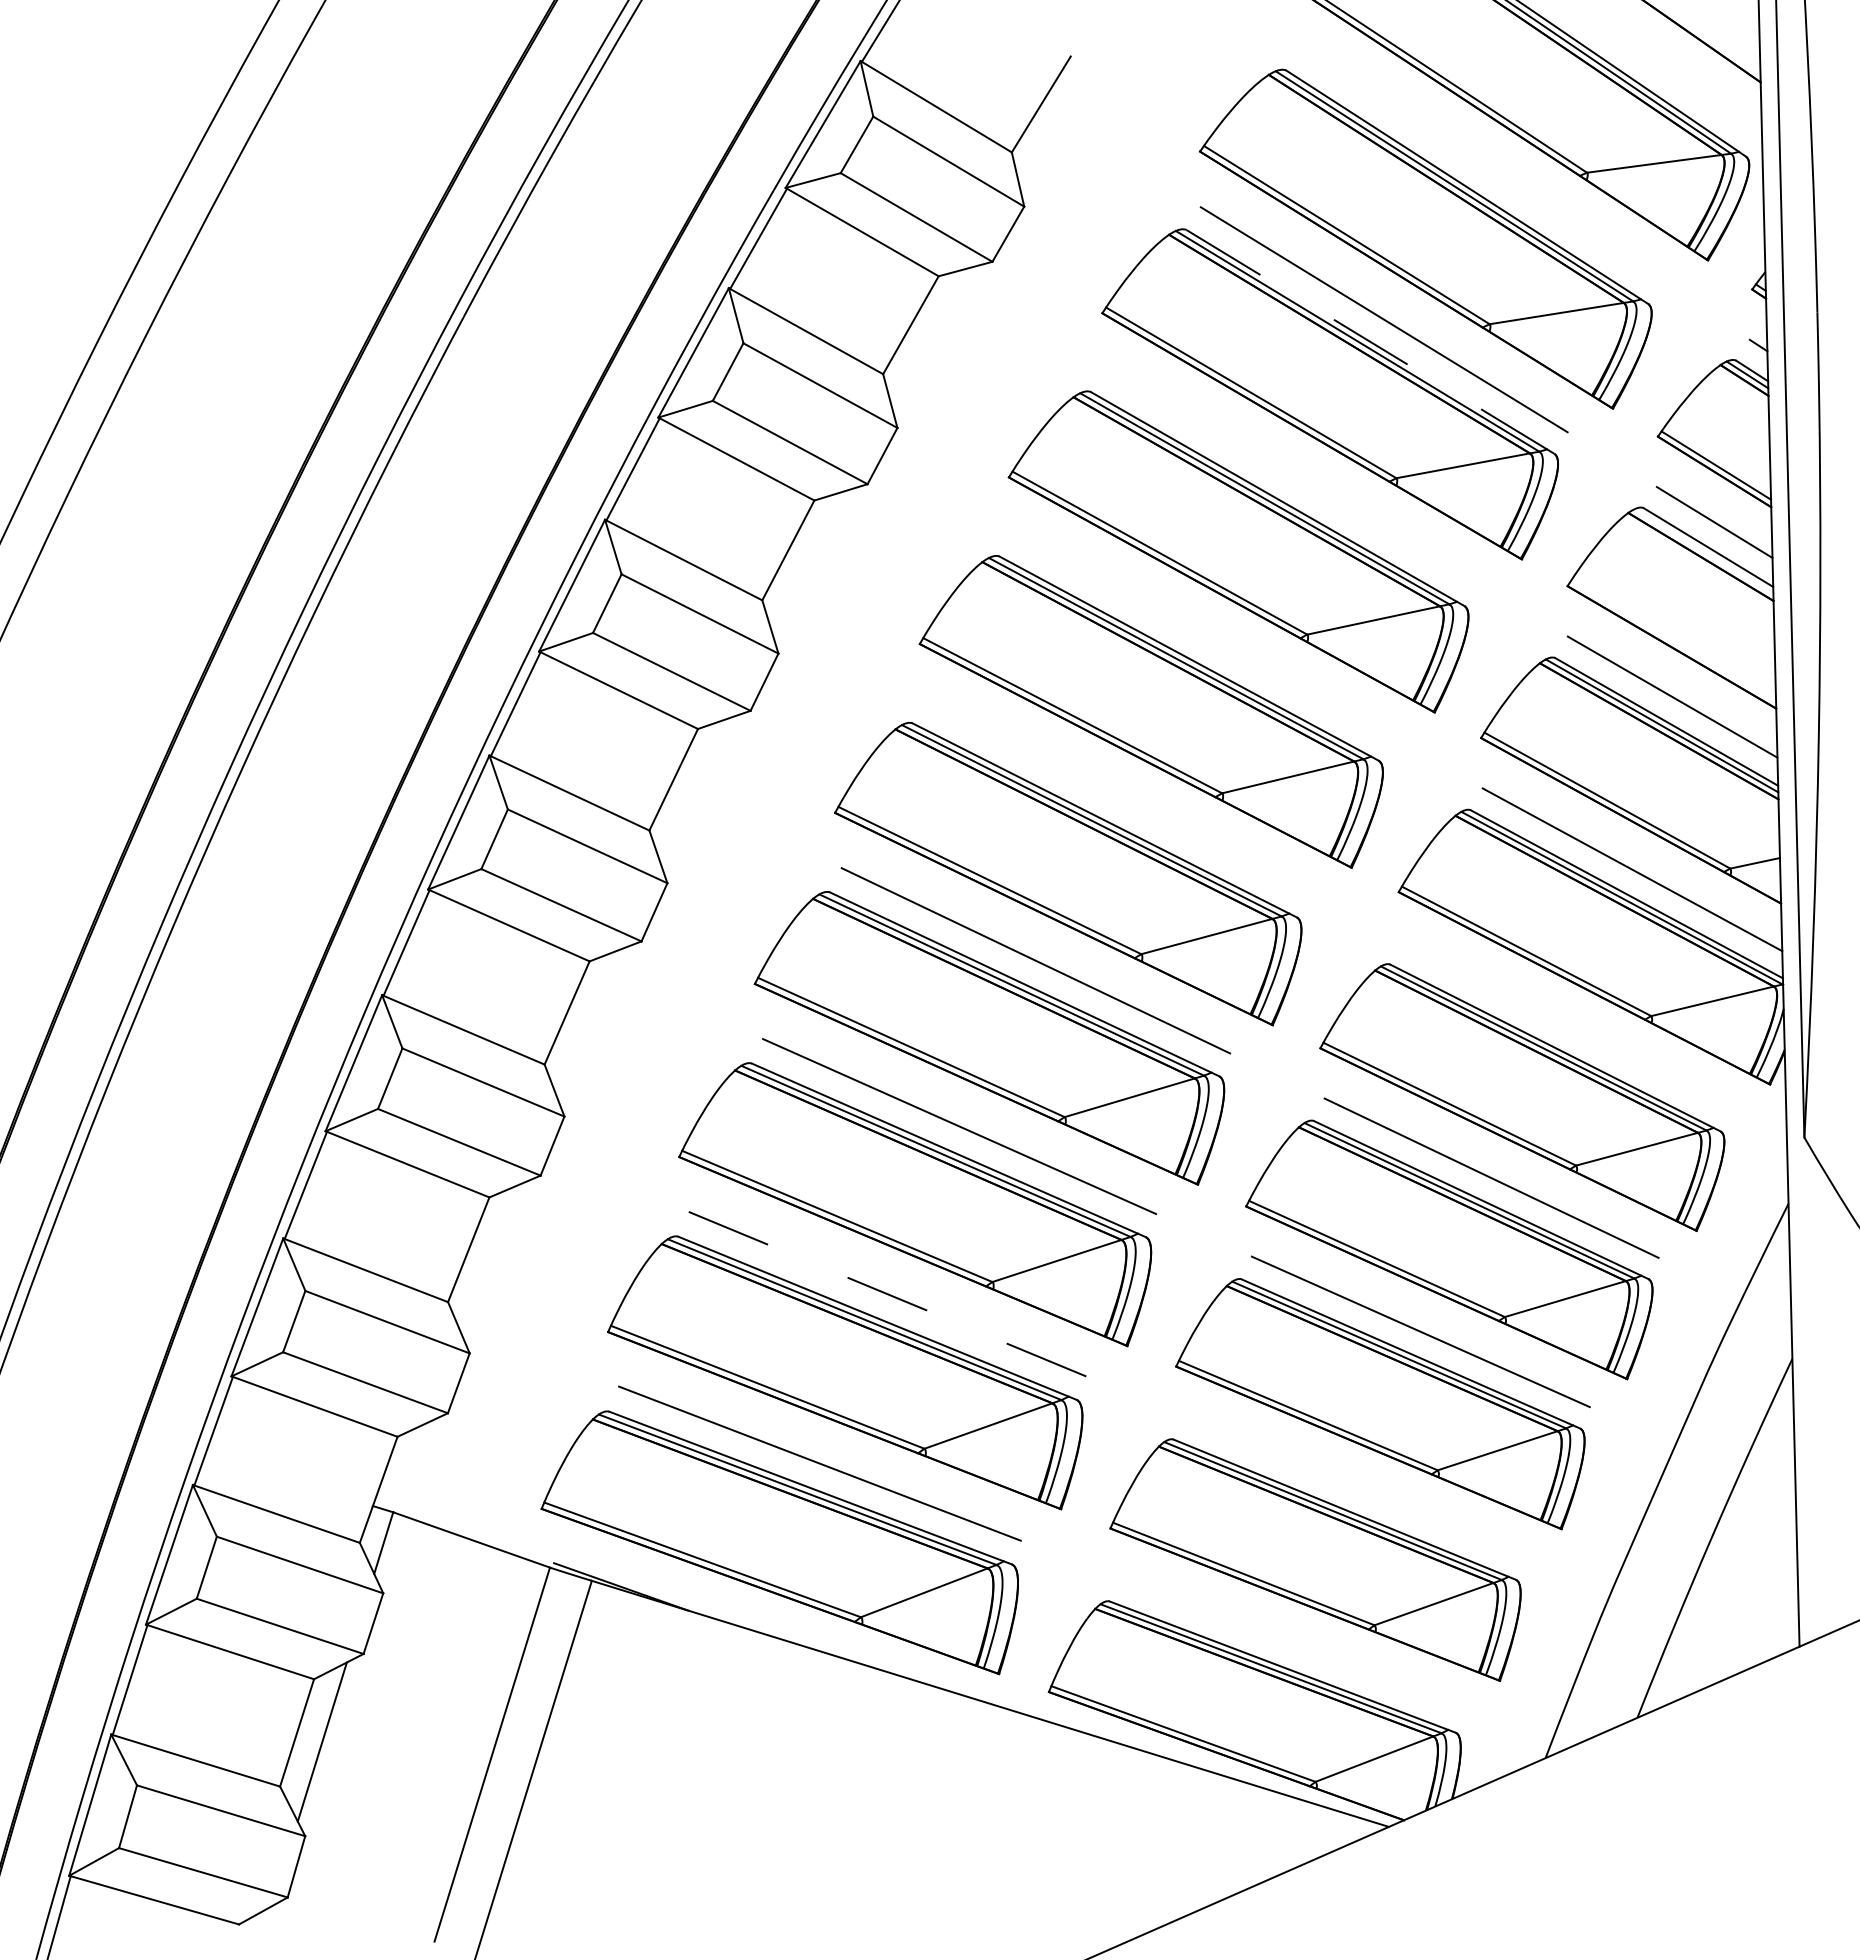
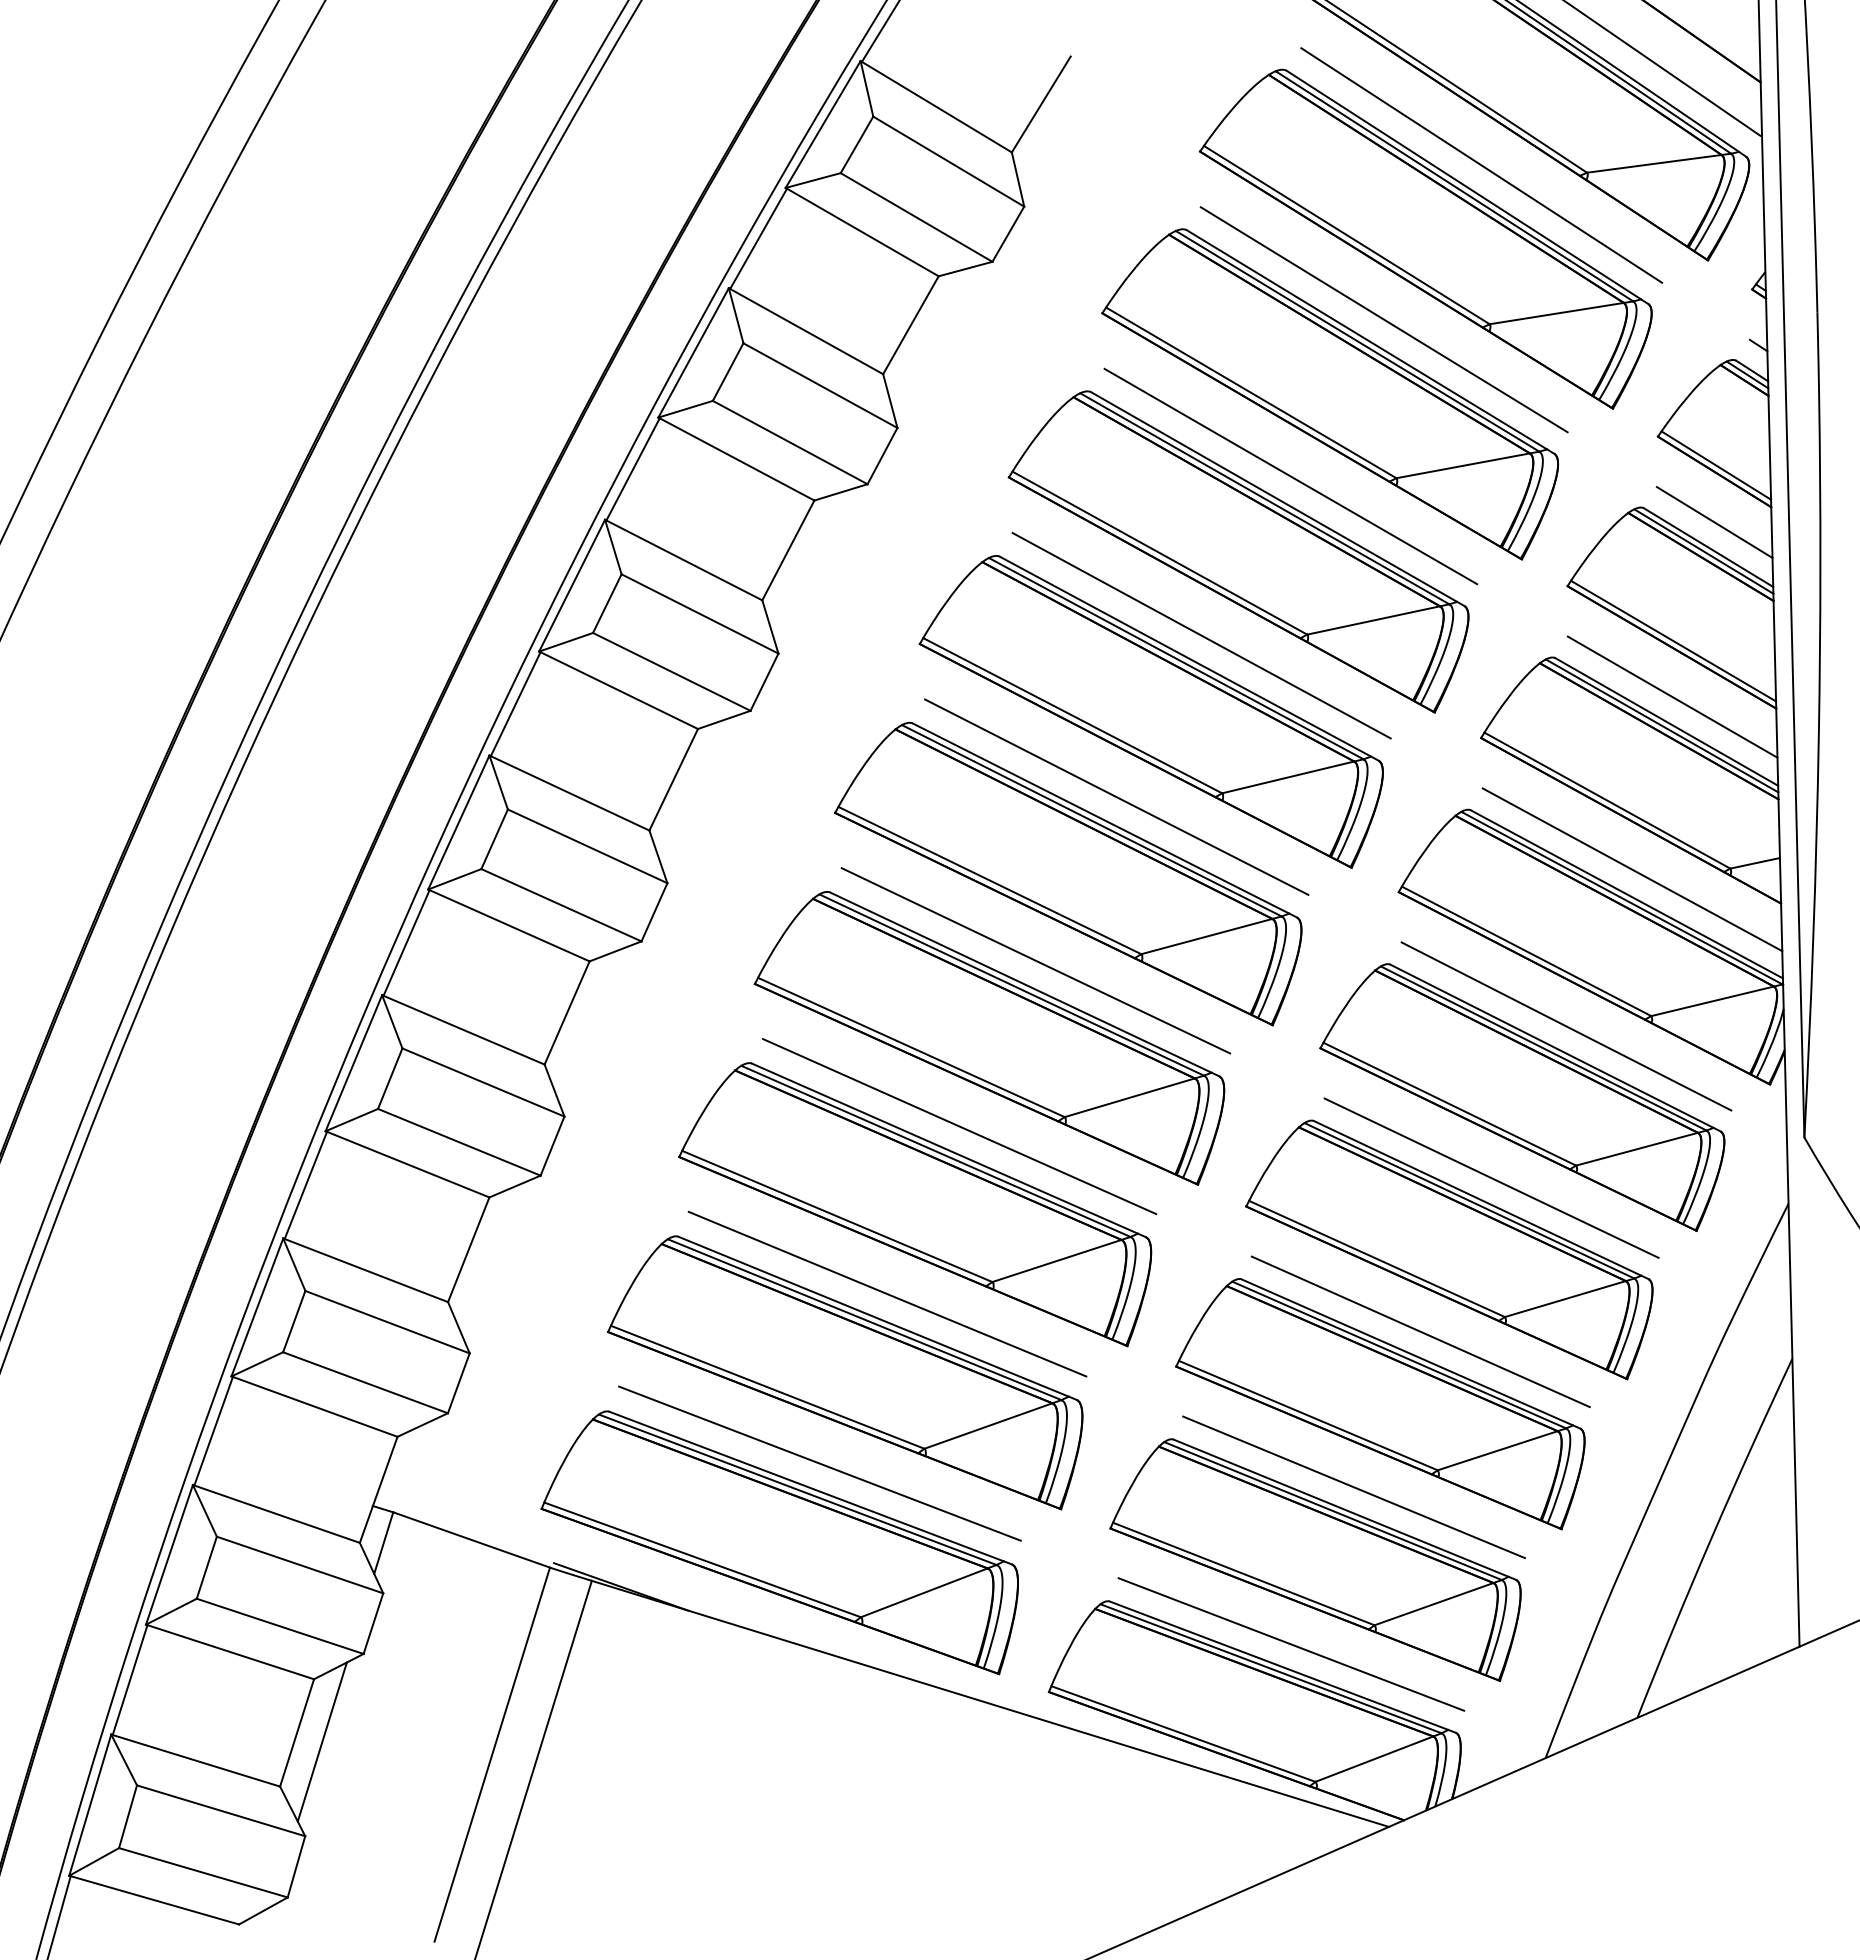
line at (1663, 68): none -> present
line at (1481, 165): none -> present
line at (1371, 342): dashed -> solid
line at (1290, 476): none -> present
line at (1703, 551): none -> present
line at (1201, 635): none -> present
line at (1673, 640): none -> present
line at (1116, 796): none -> present
line at (1566, 1026): none -> present
line at (887, 1293): dashed -> solid
line at (1353, 1487): none -> present
line at (1291, 1644): none -> present
